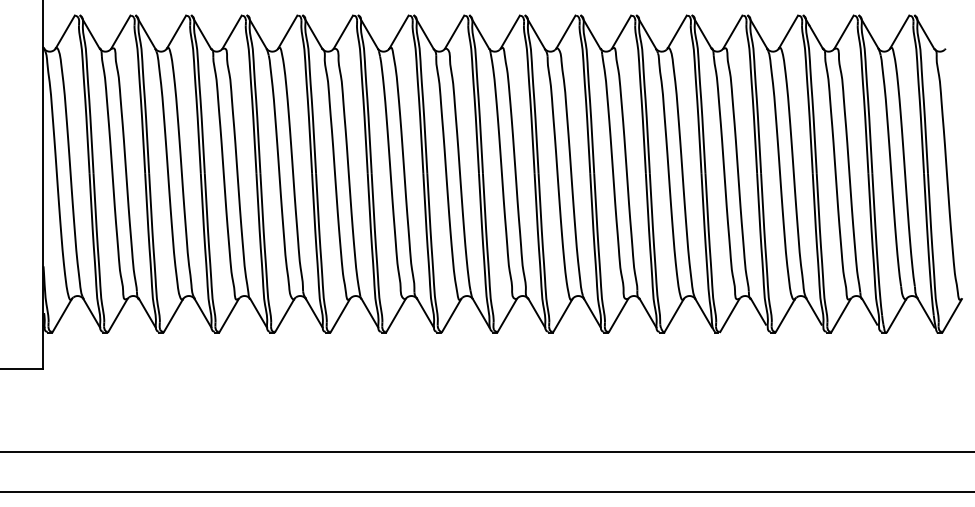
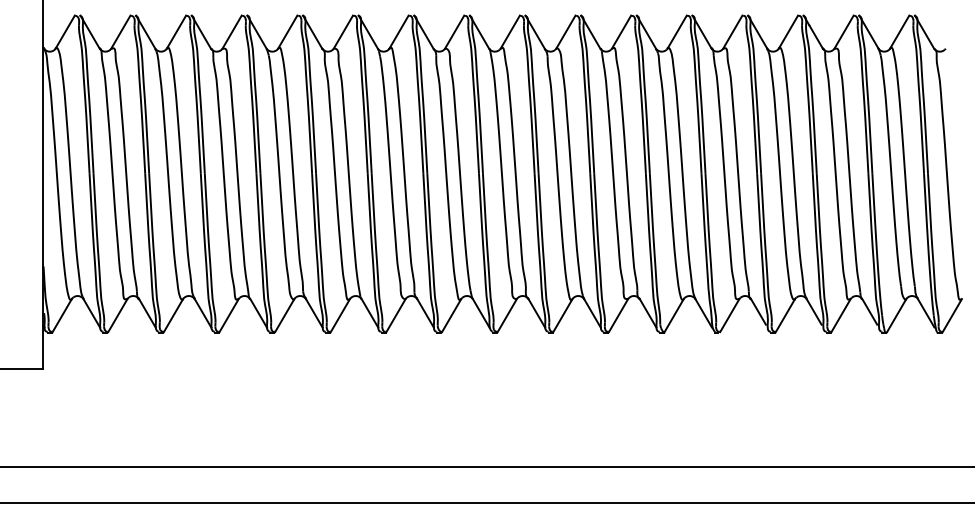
line at (486, 451) position: (486, 451) -> (486, 466)
line at (486, 491) position: (486, 491) -> (486, 502)
